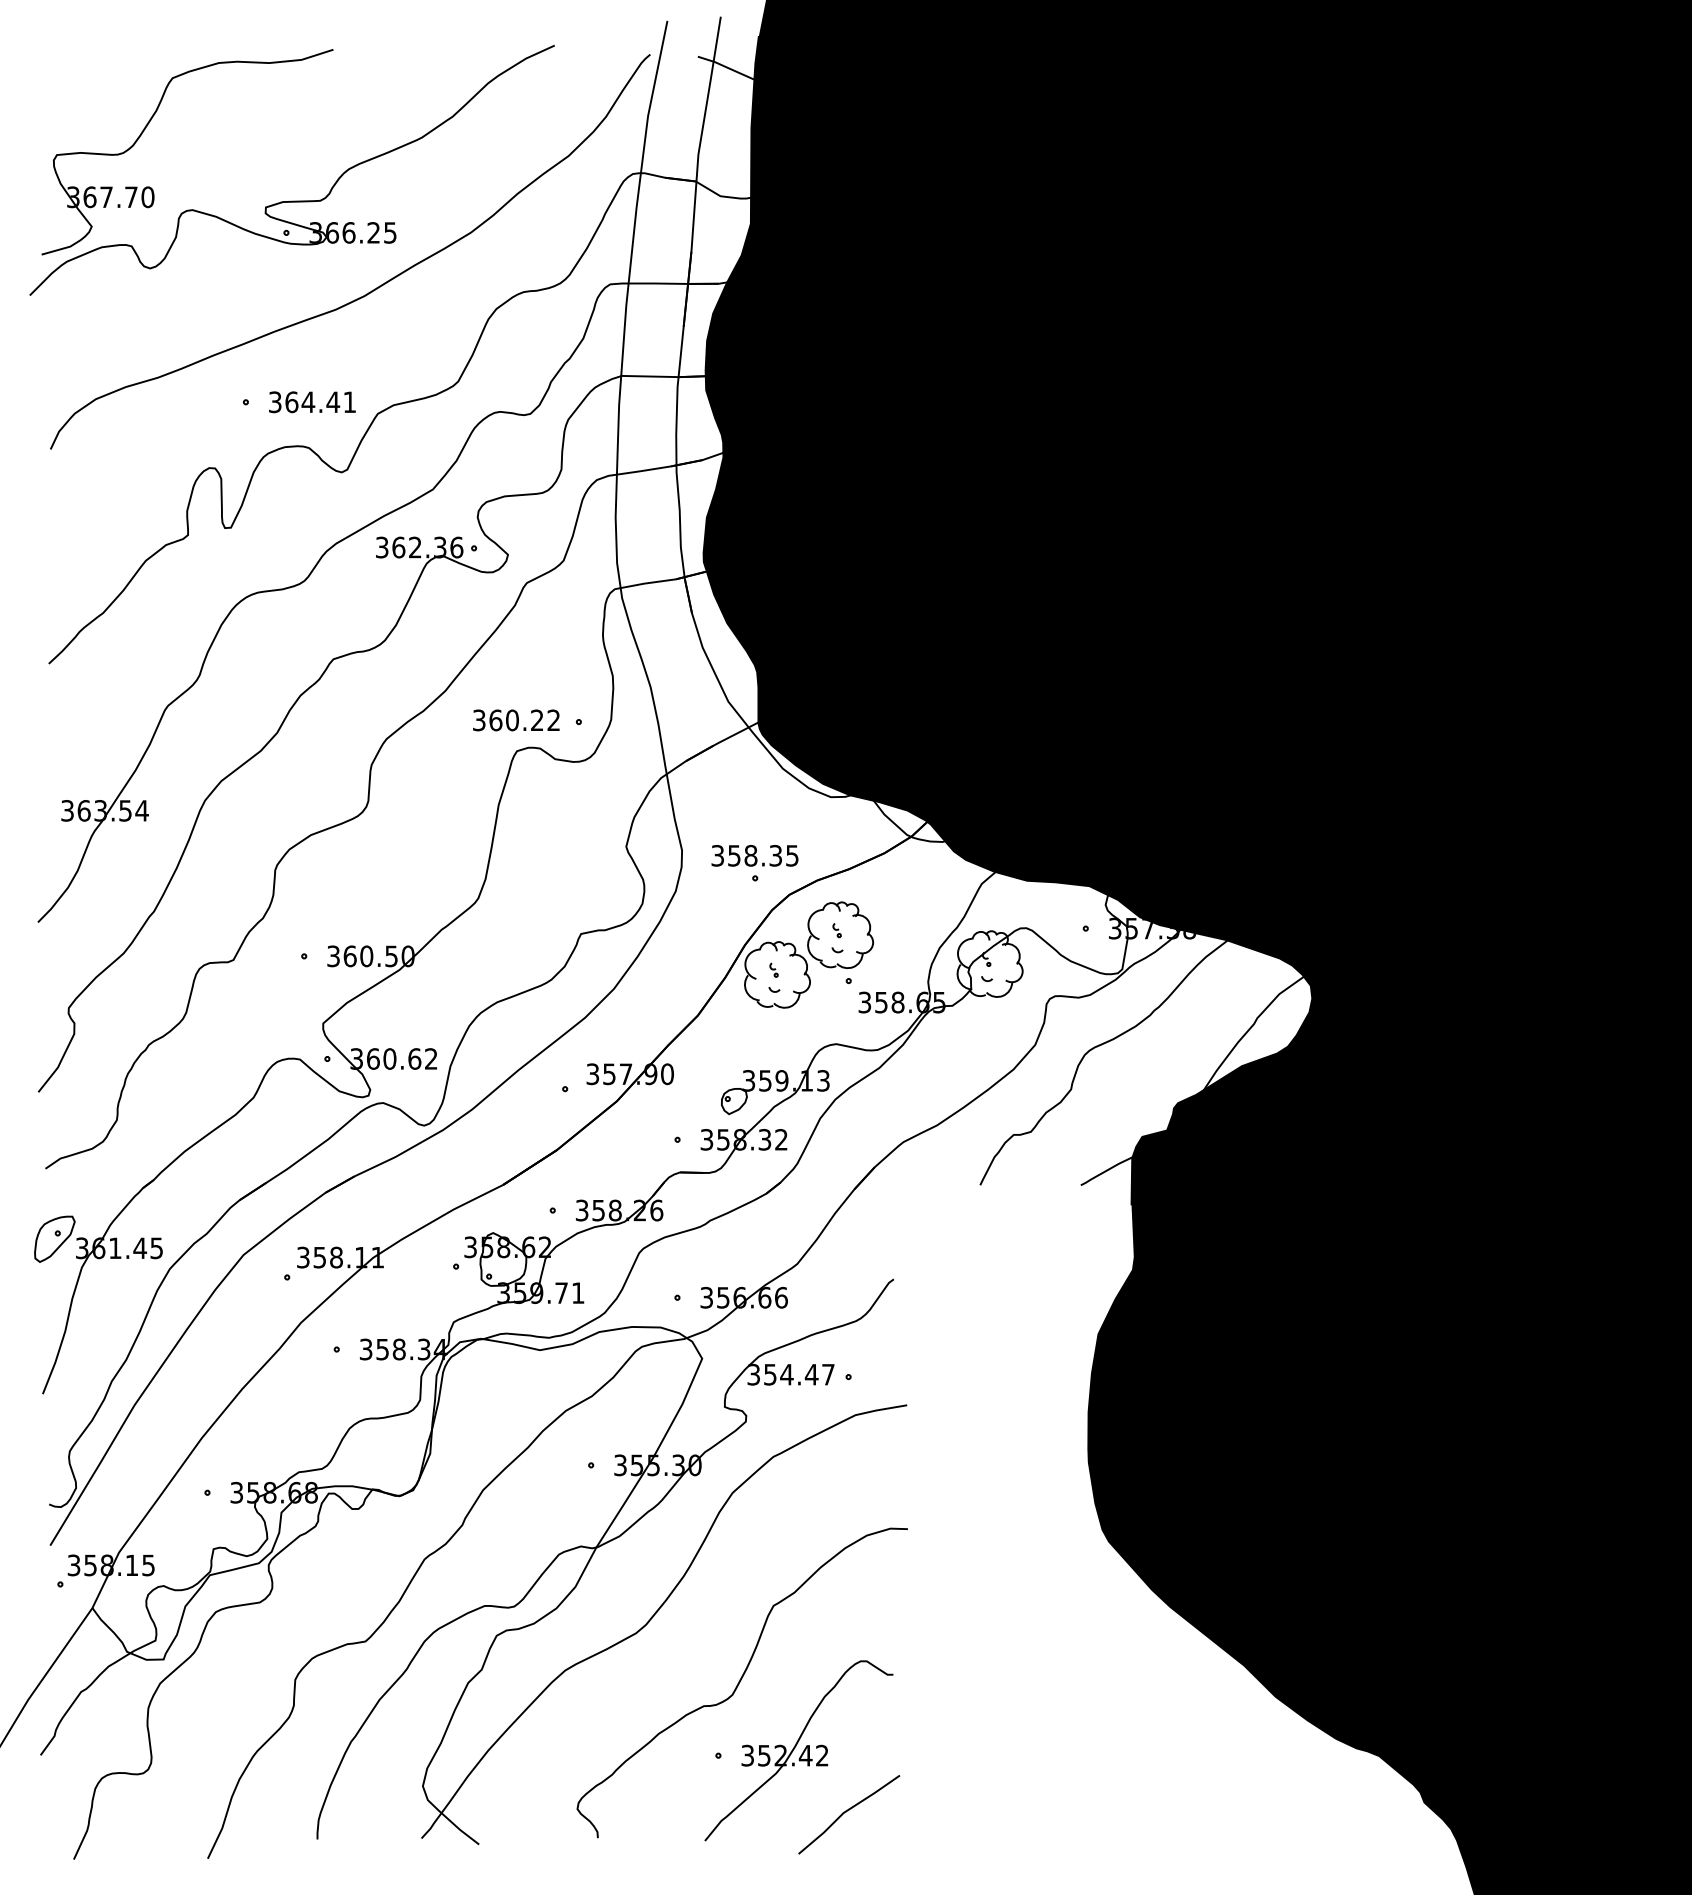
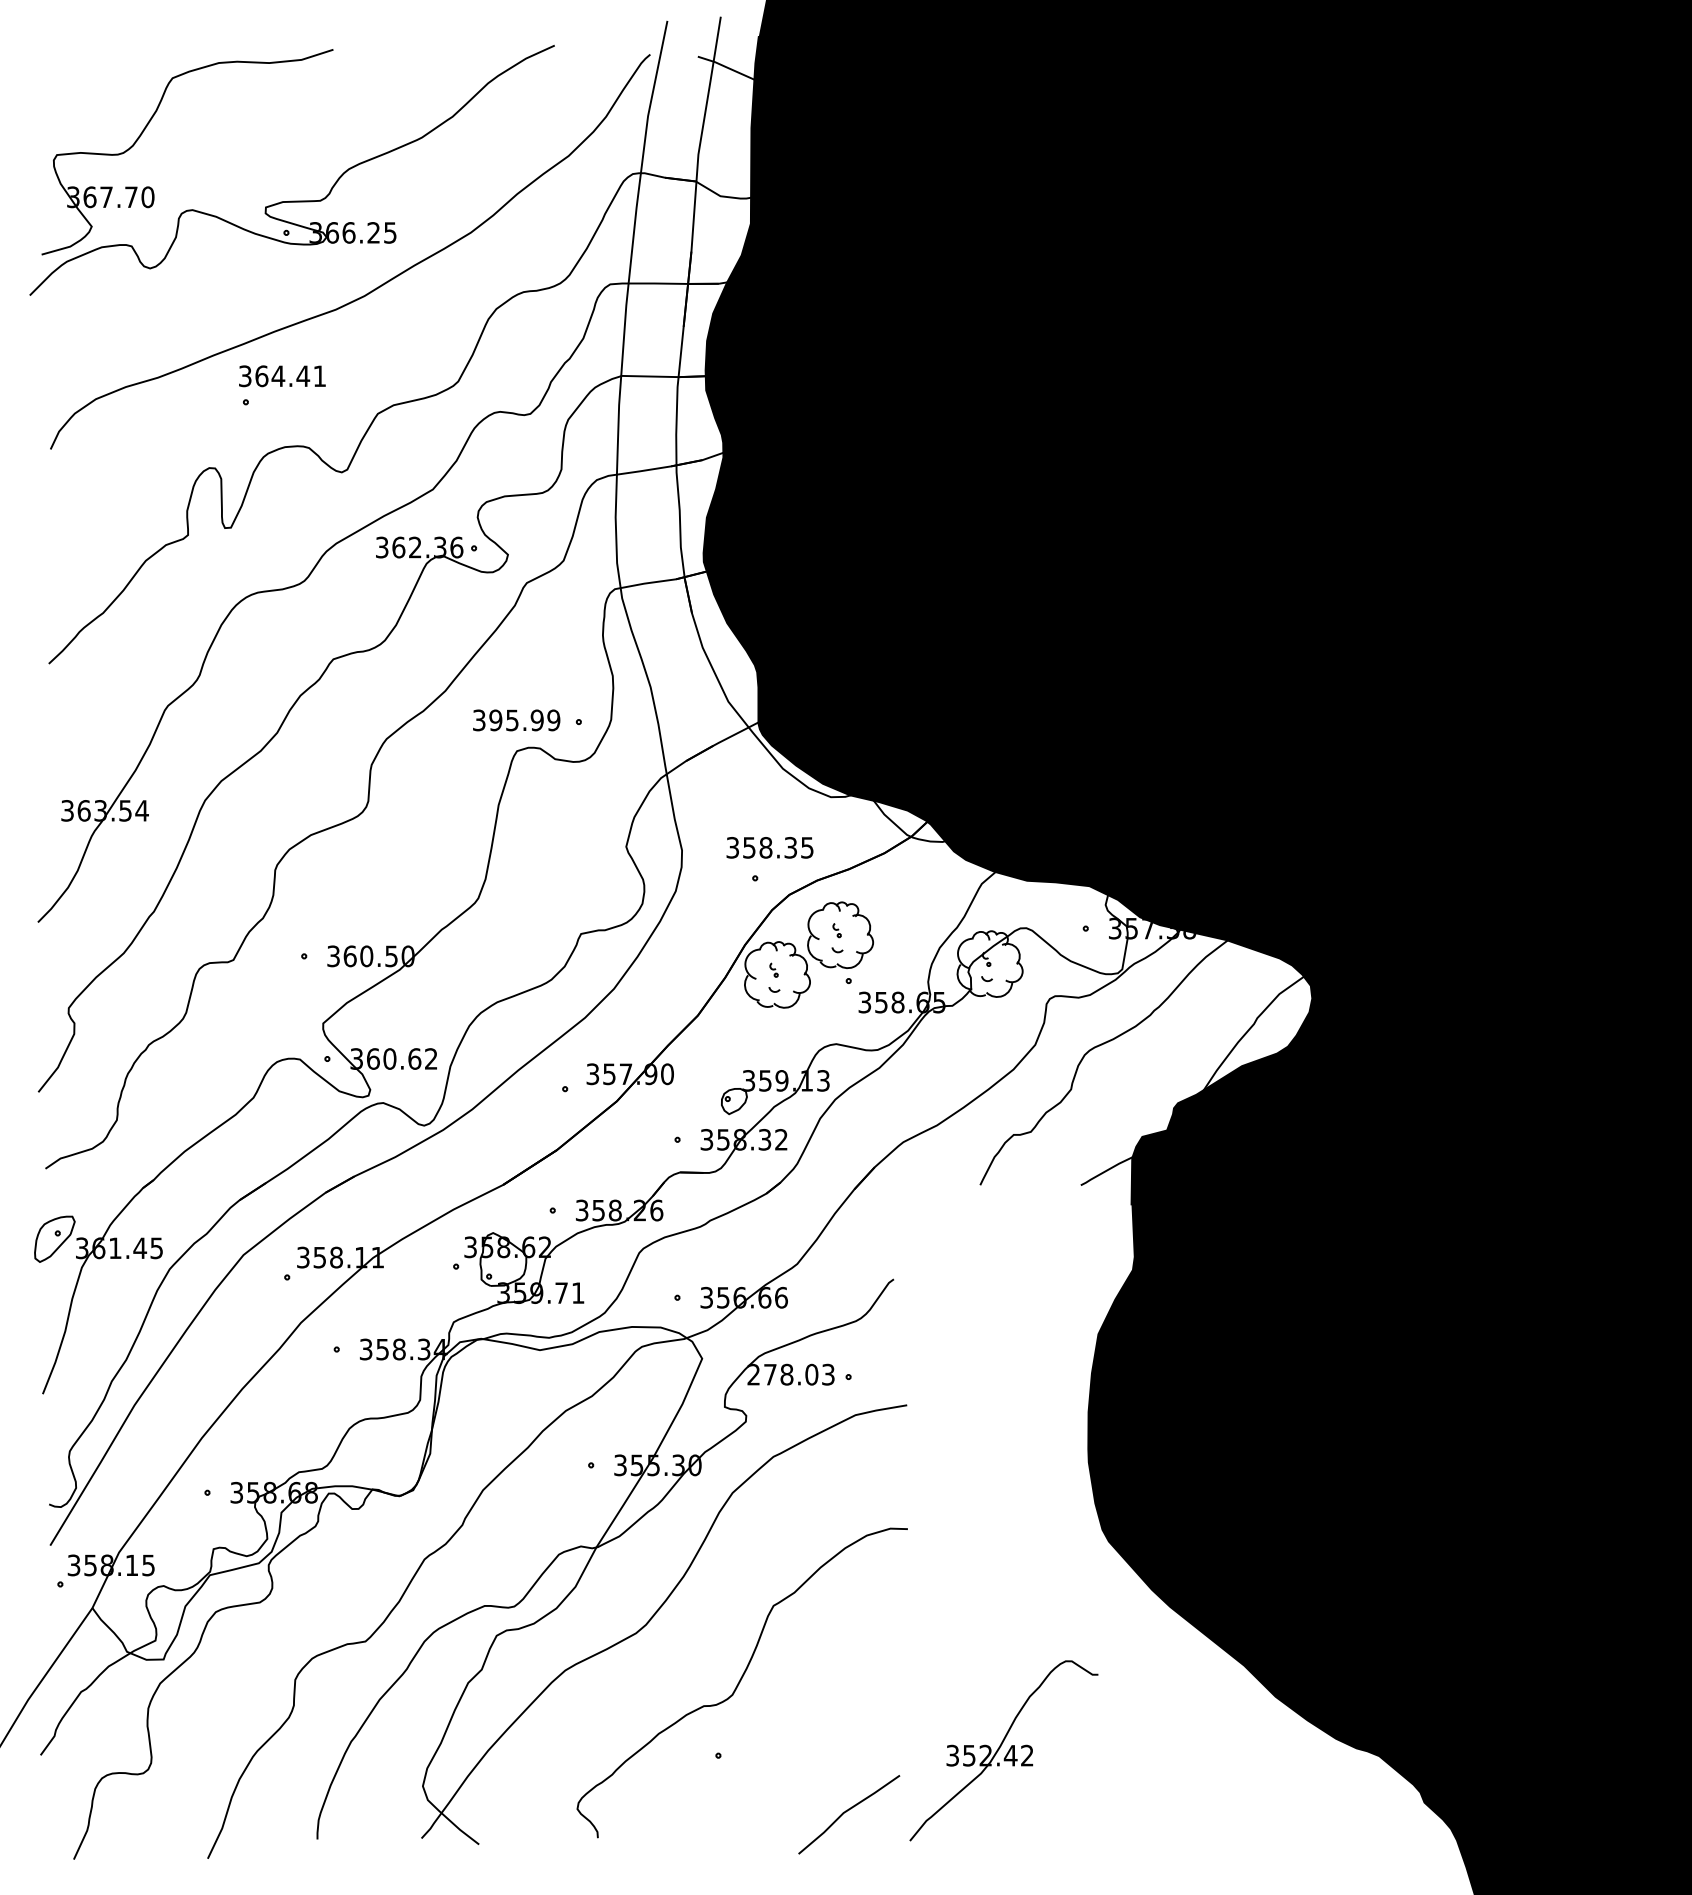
text at (312, 402) position: (312, 402) -> (282, 376)
text at (524, 720): 360.22 -> 395.99
text at (754, 855) position: (754, 855) -> (769, 847)
text at (790, 1374): 354.47 -> 278.03
part at (798, 1750) position: (798, 1750) -> (1003, 1750)
